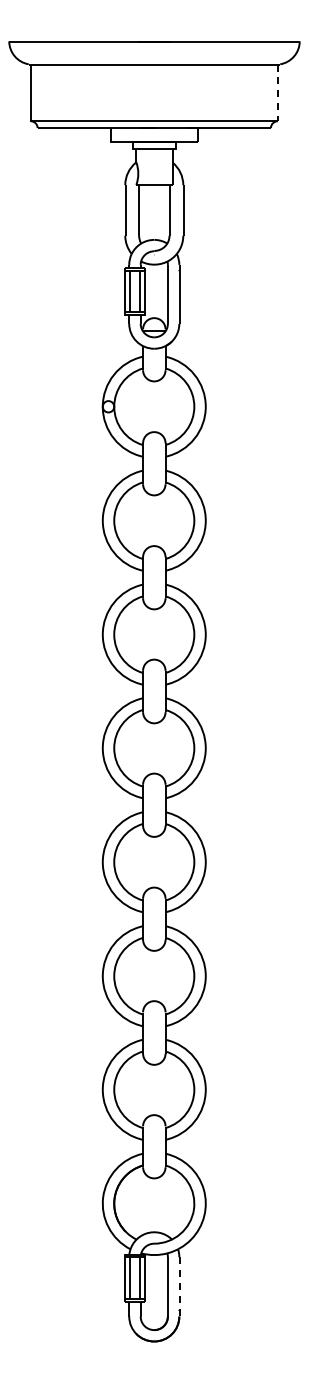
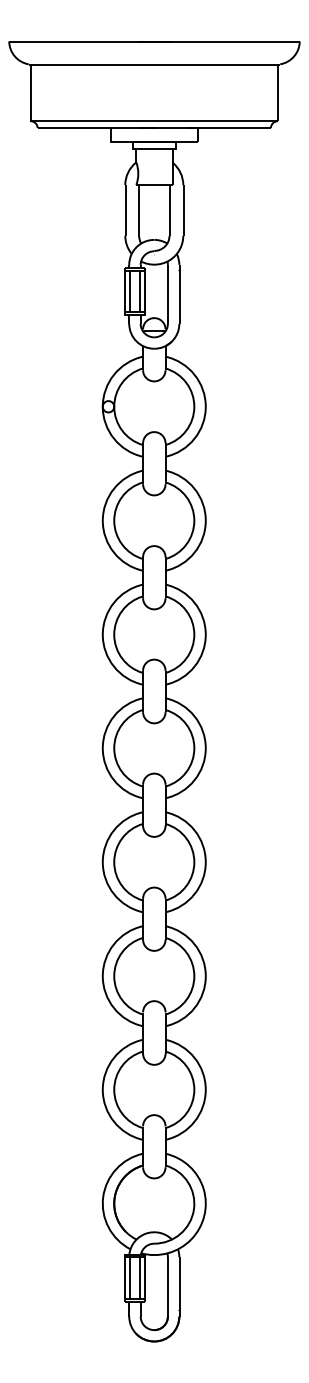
line at (278, 93): dashed -> solid
line at (179, 1287): dashed -> solid
